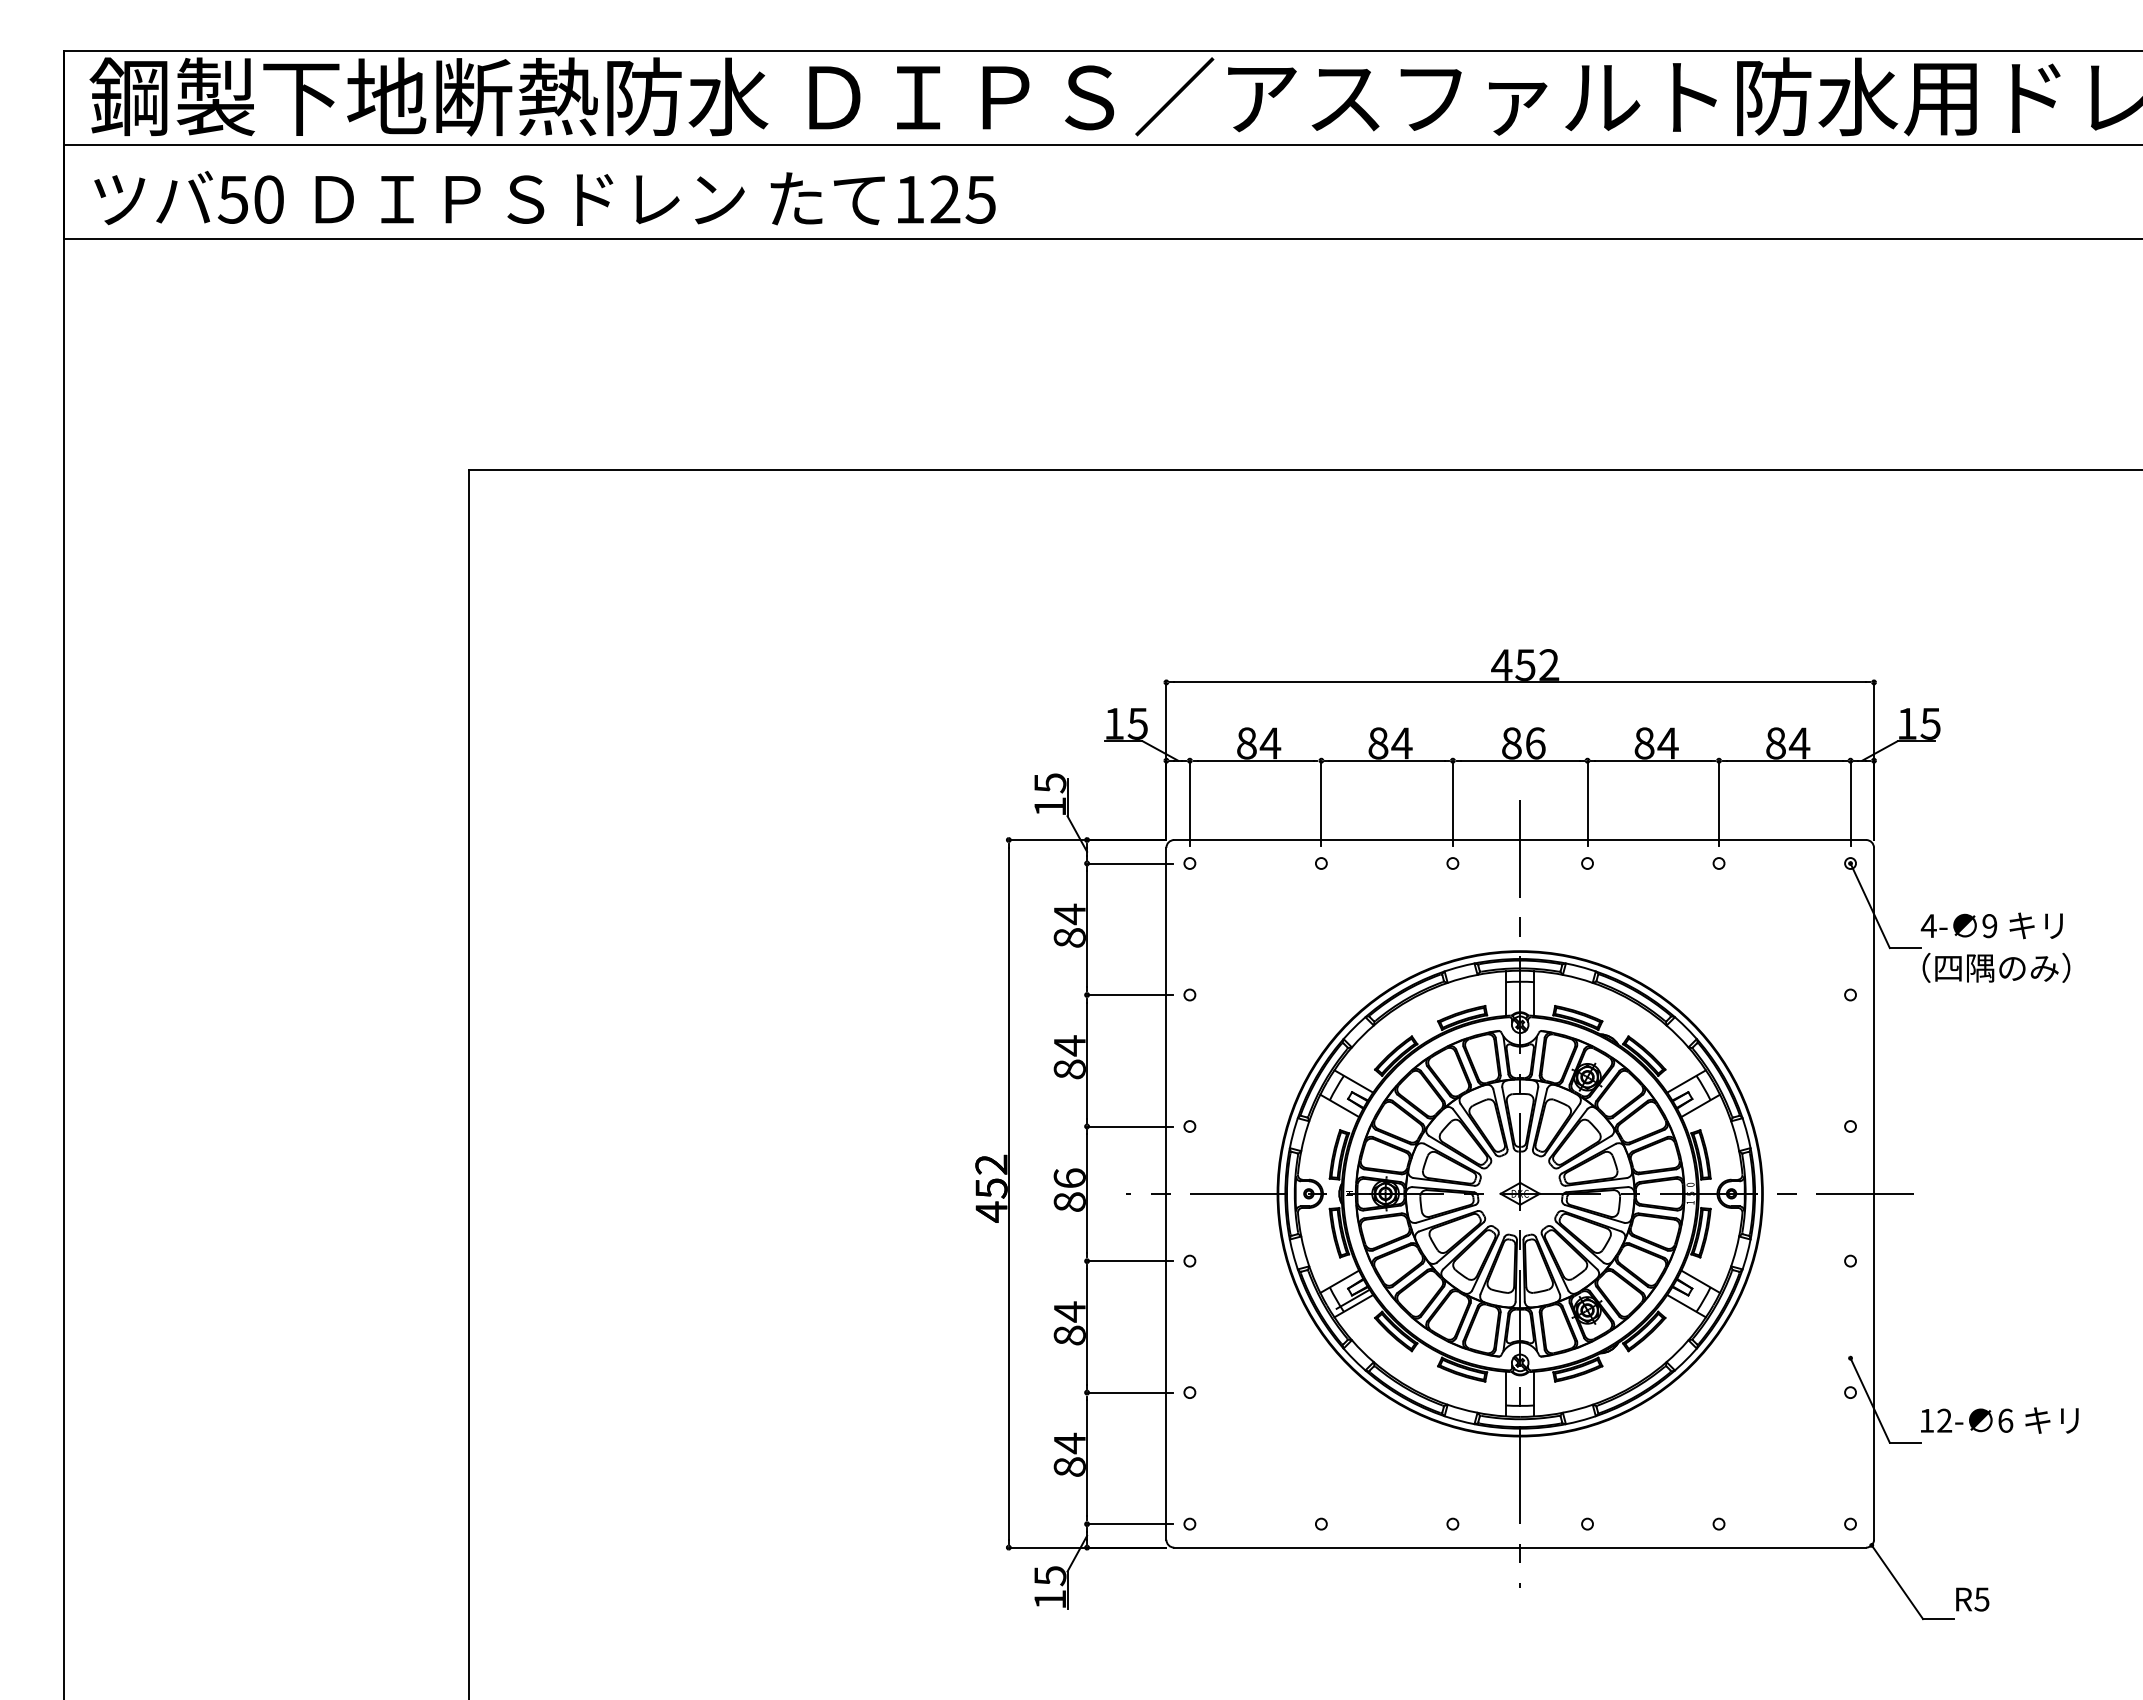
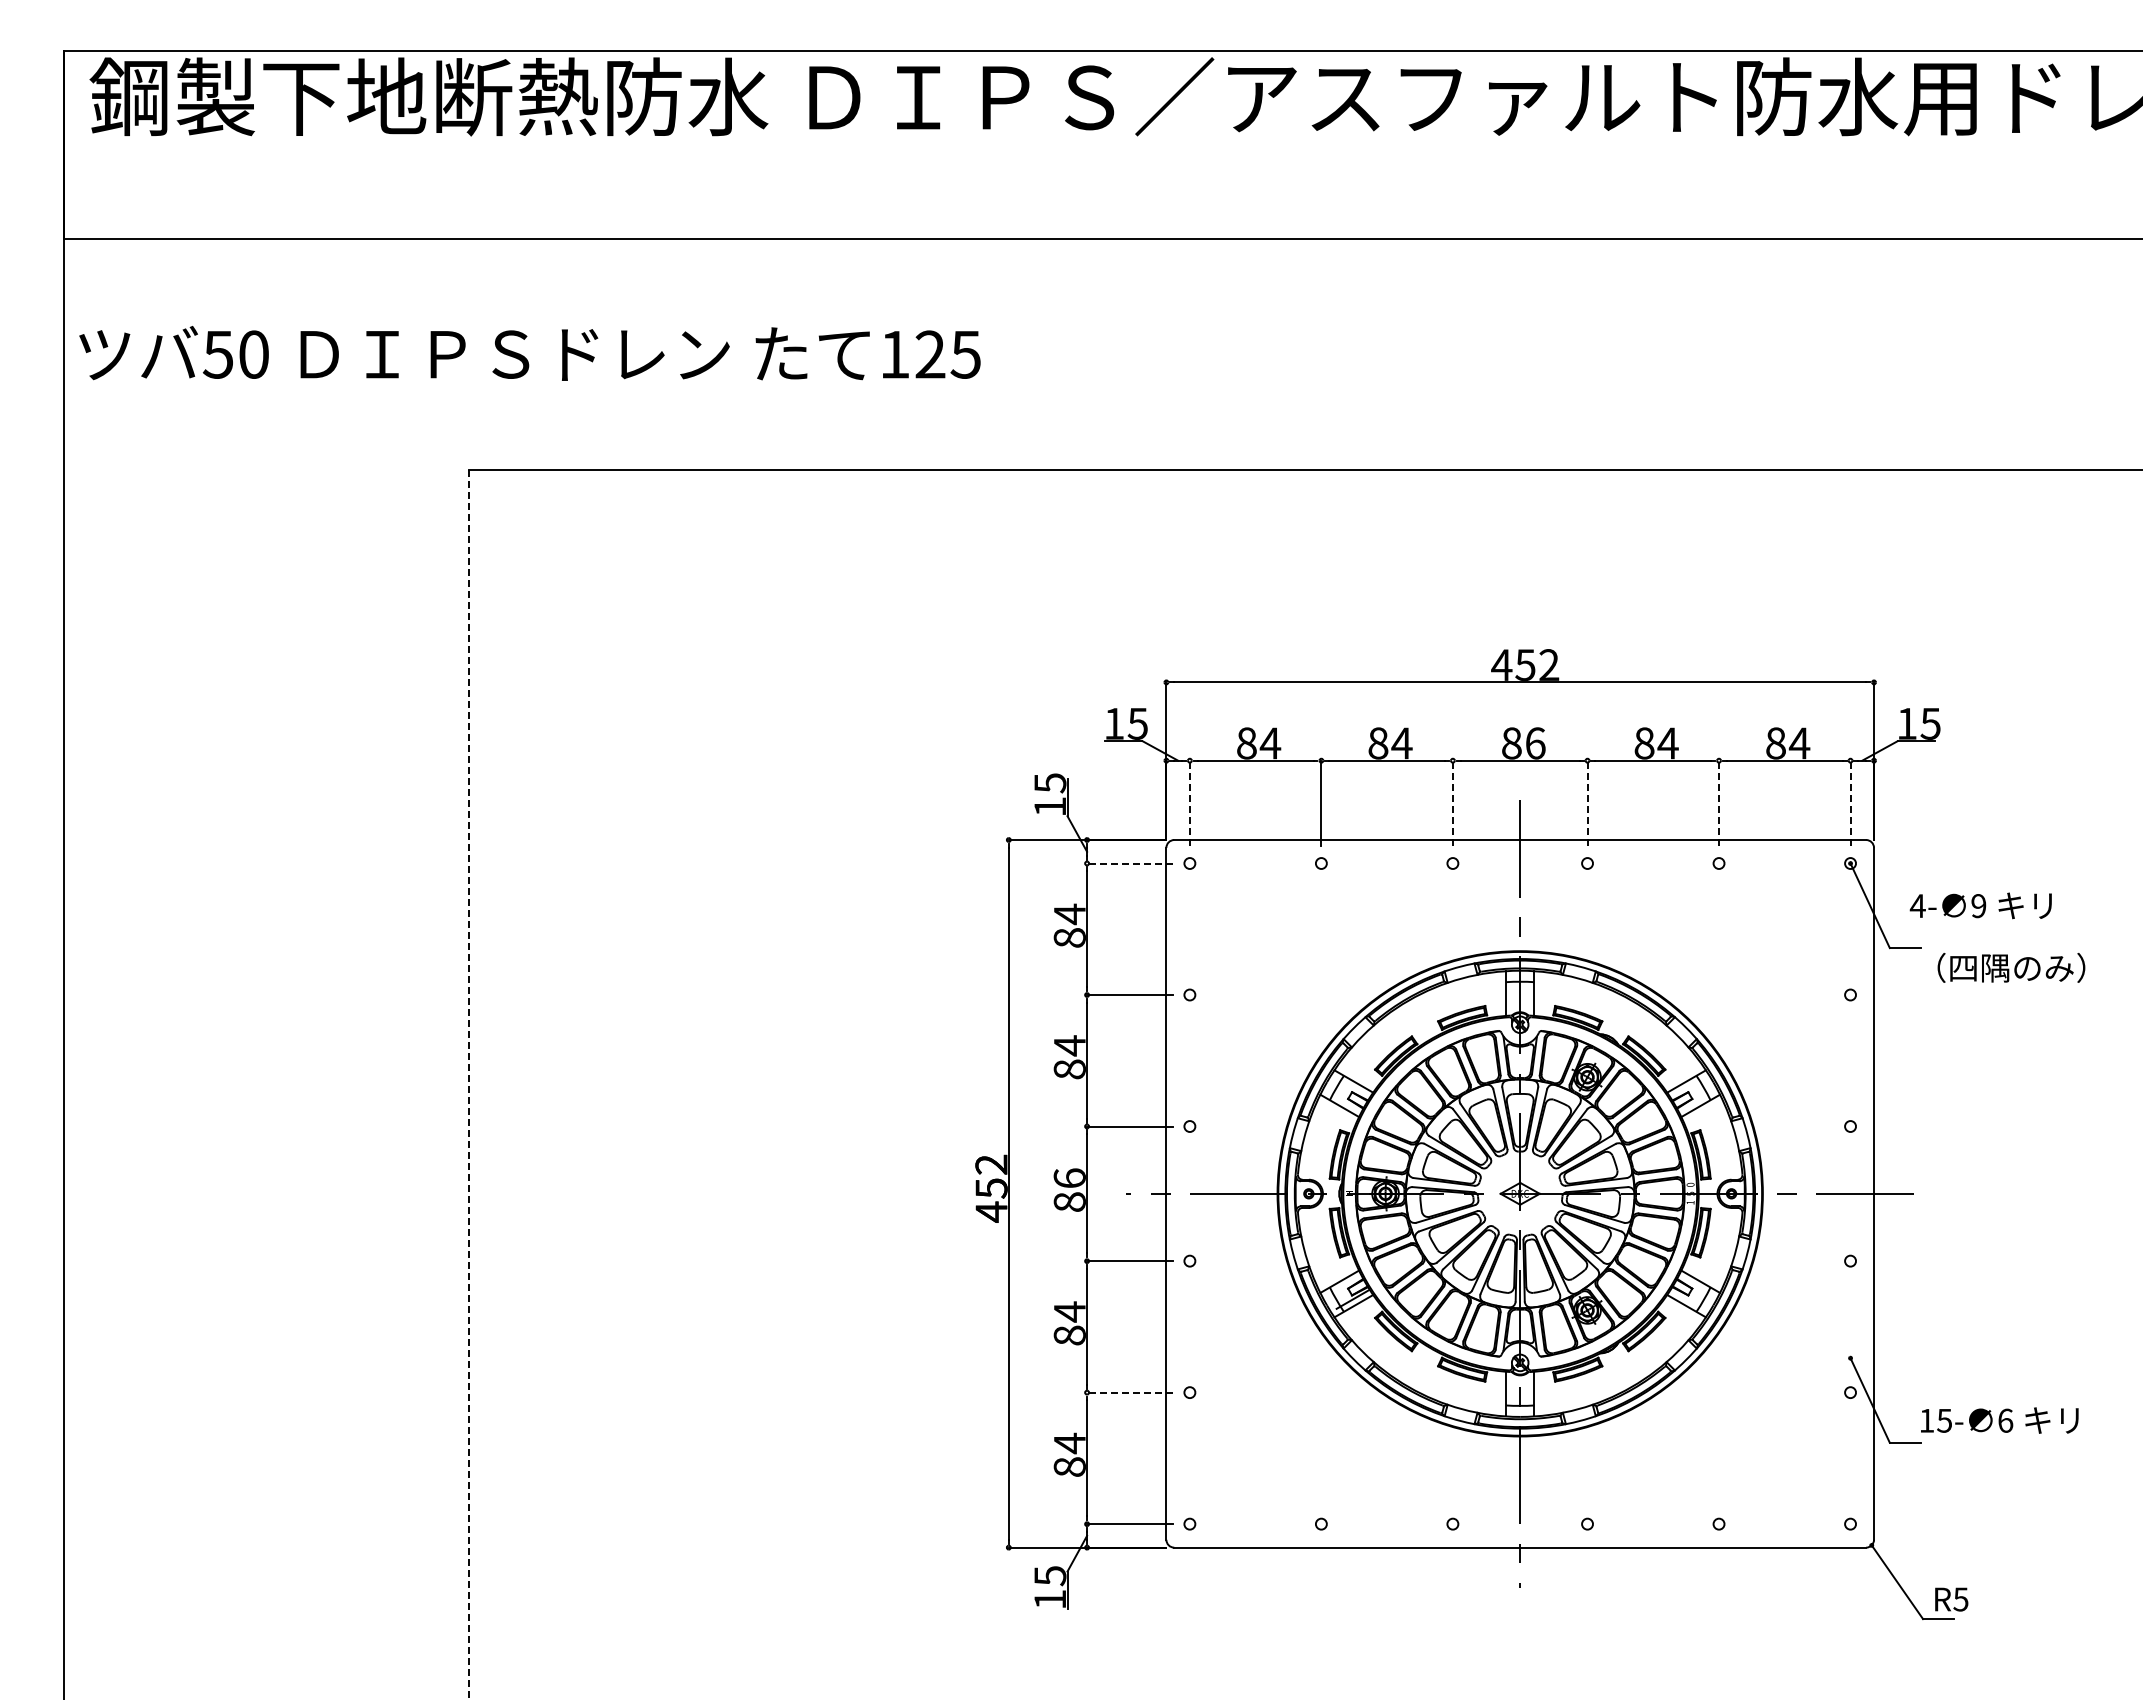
line at (1101, 144): present -> none
text at (544, 198) position: (544, 198) -> (529, 353)
line at (1189, 803): solid -> dashed
line at (1452, 803): solid -> dashed
line at (1587, 803): solid -> dashed
line at (1719, 803): solid -> dashed
line at (1850, 803): solid -> dashed
line at (1129, 863): solid -> dashed
text at (1991, 925) position: (1991, 925) -> (1980, 905)
text at (1996, 967) position: (1996, 967) -> (2011, 967)
line at (469, 1084): solid -> dashed
line at (1129, 1392): solid -> dashed
text at (1944, 1420): 12- -> 15-
text at (1972, 1599) position: (1972, 1599) -> (1951, 1599)
